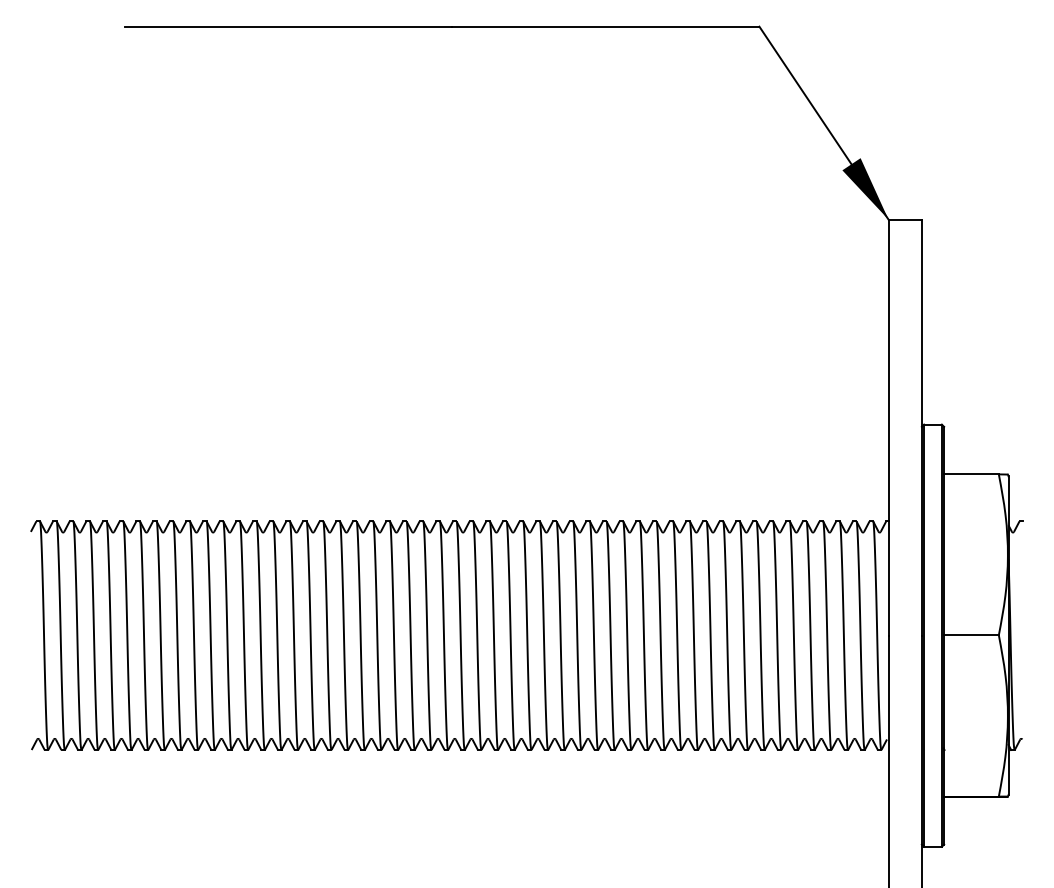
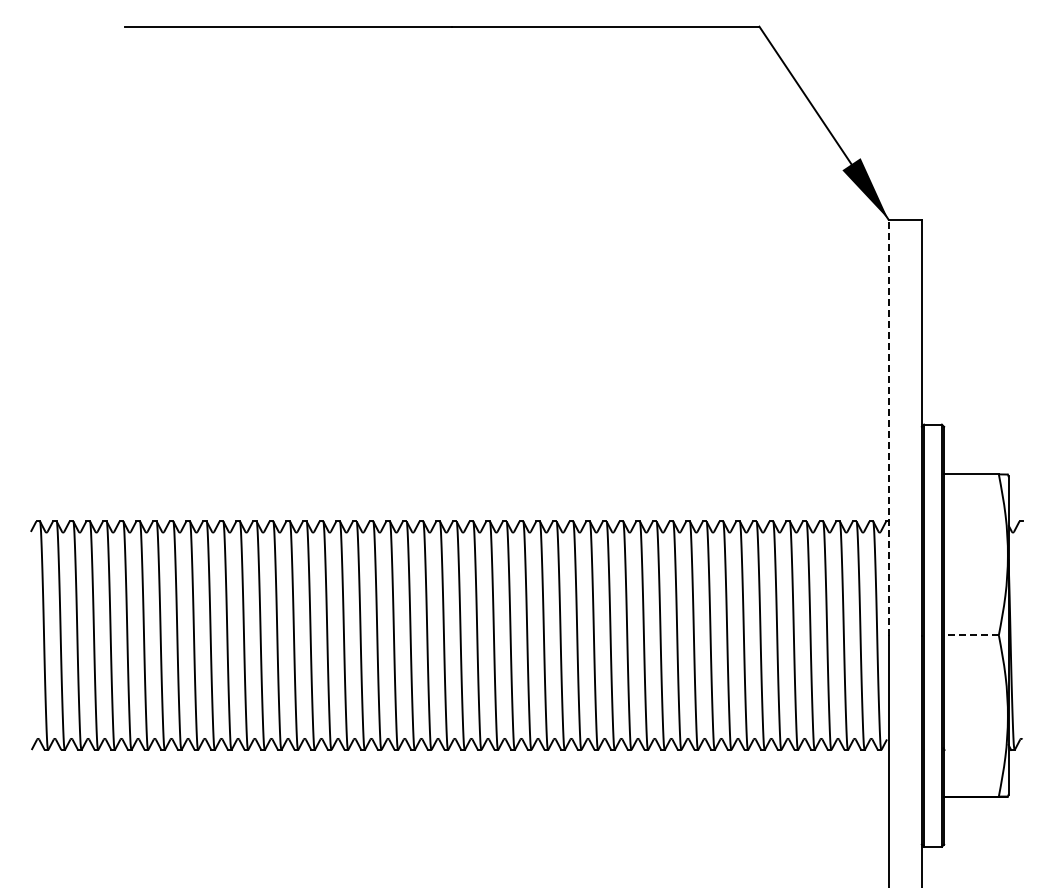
line at (888, 427): solid -> dashed
line at (970, 635): solid -> dashed
